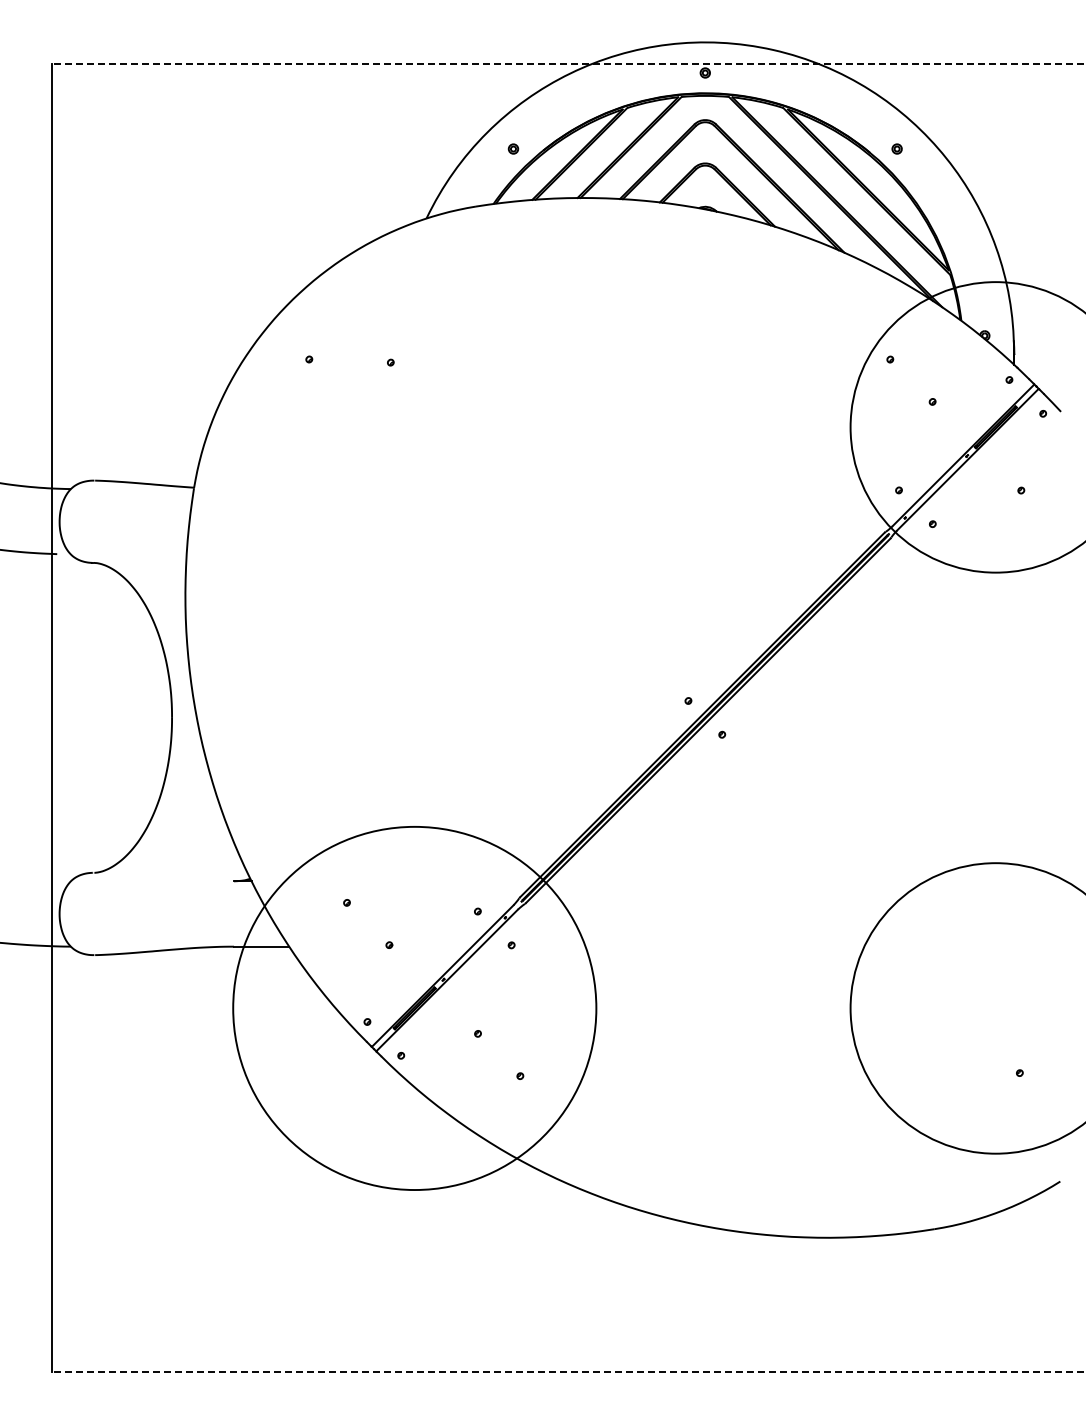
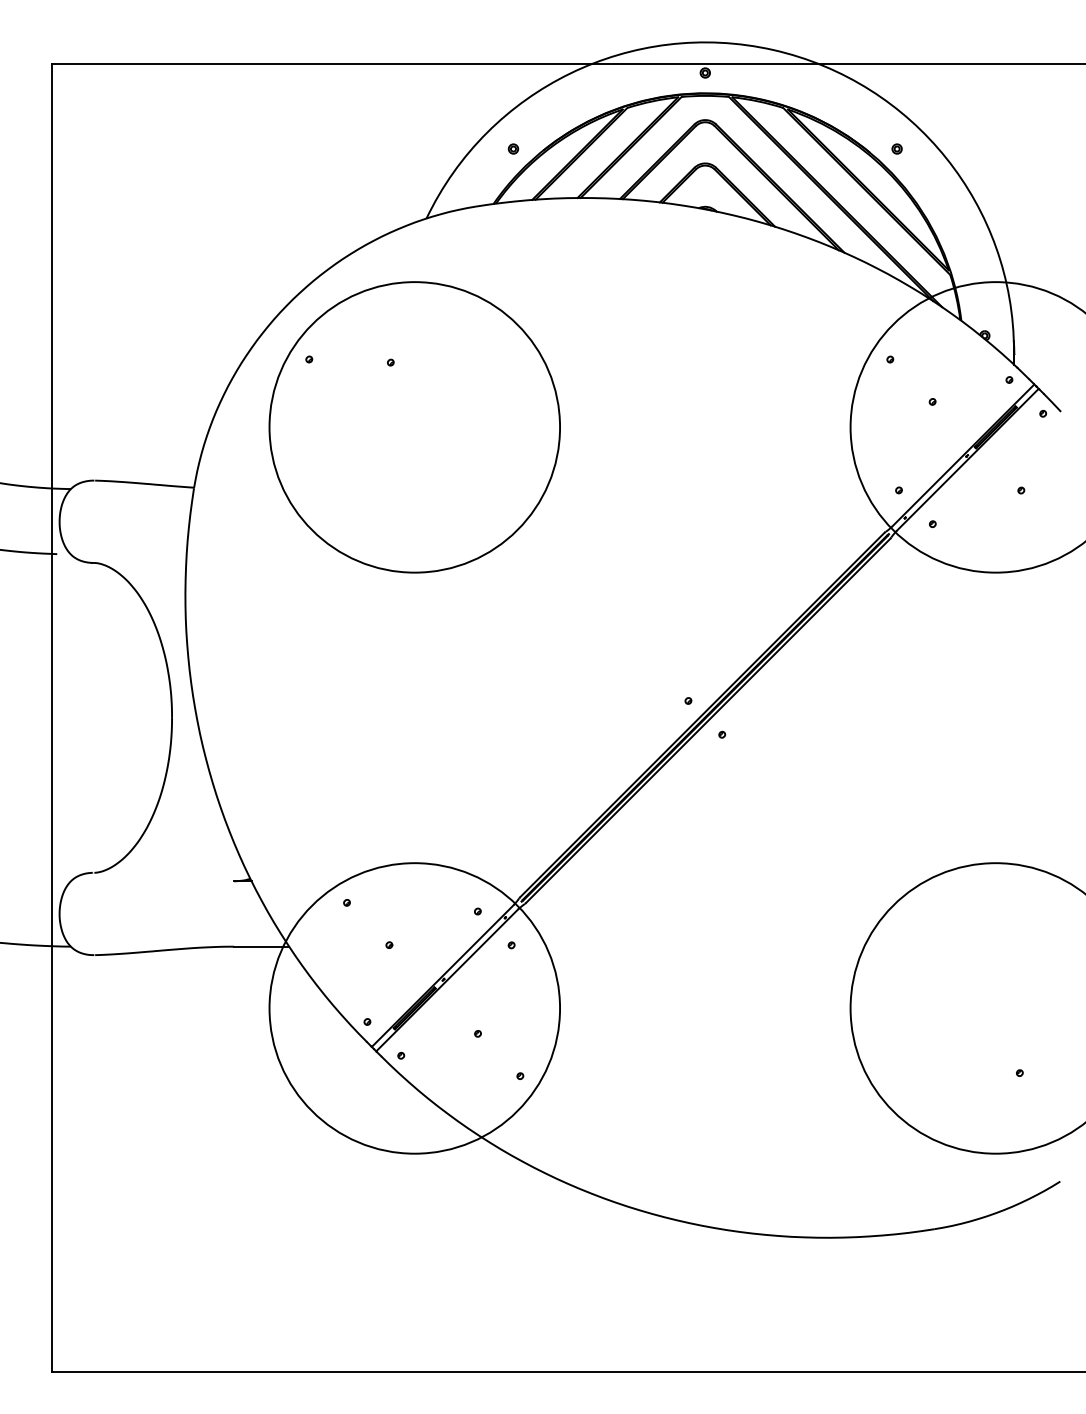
line at (568, 64): dashed -> solid
circle at (414, 427): none -> present
circle at (414, 1008) diameter: 363 px -> 291 px
line at (568, 1371): dashed -> solid
